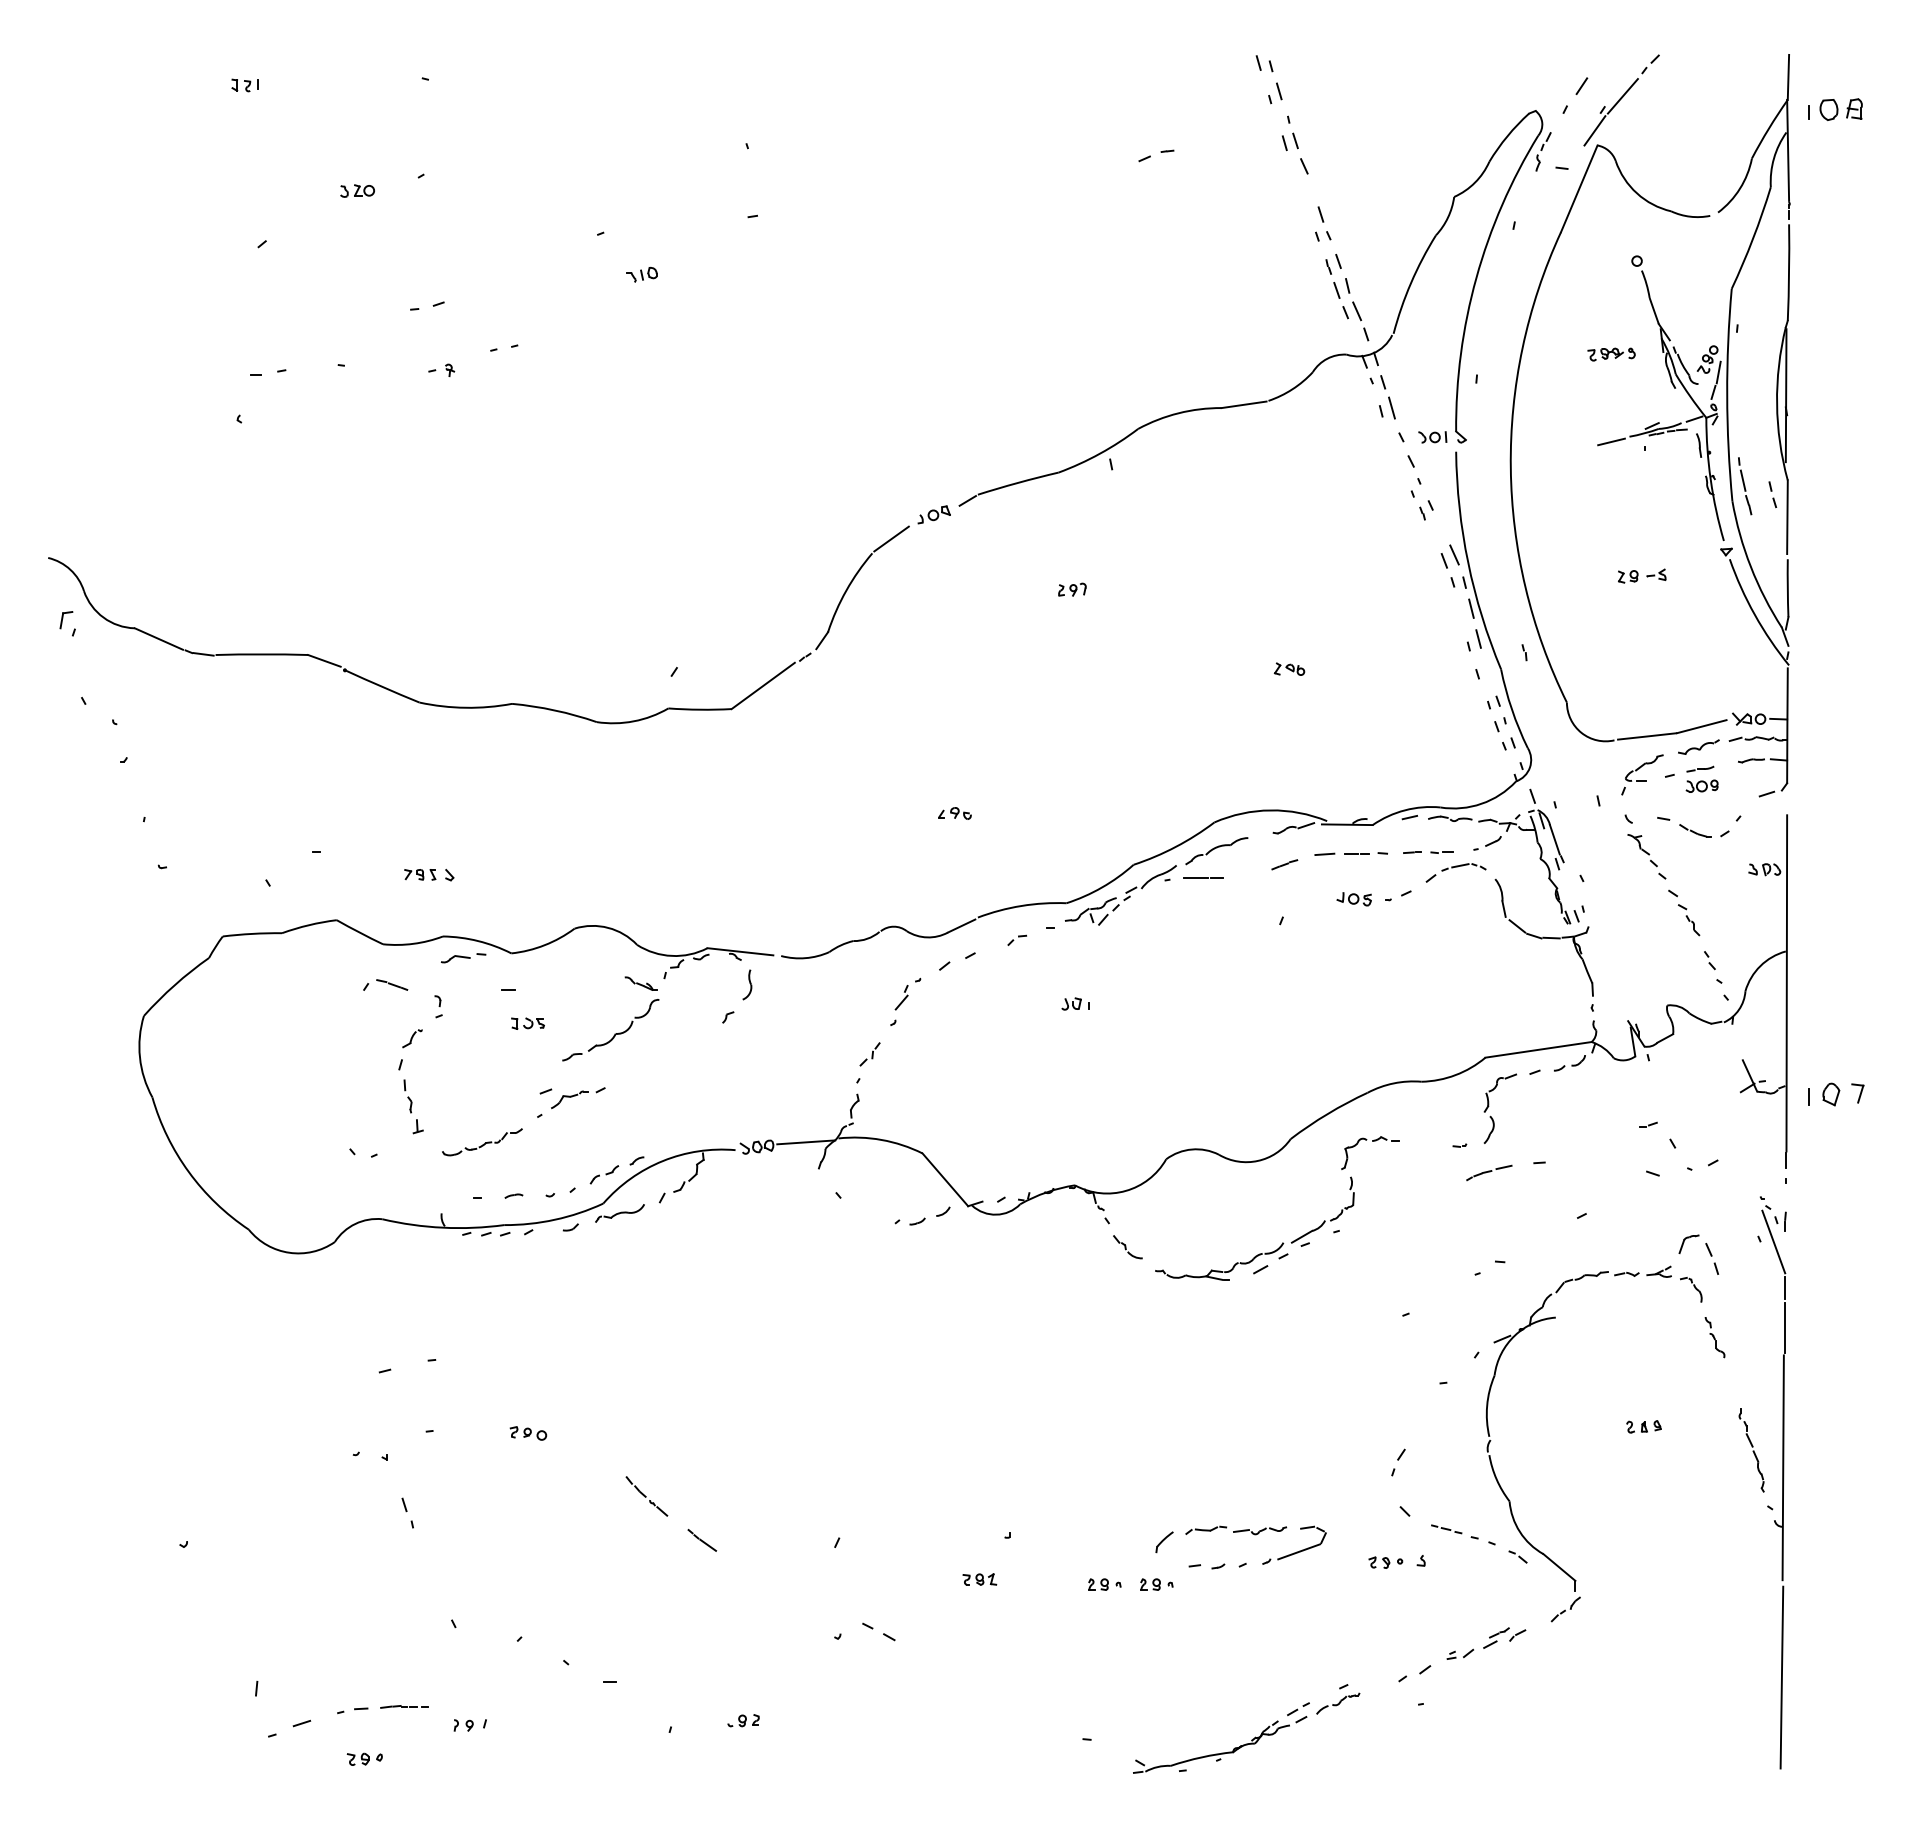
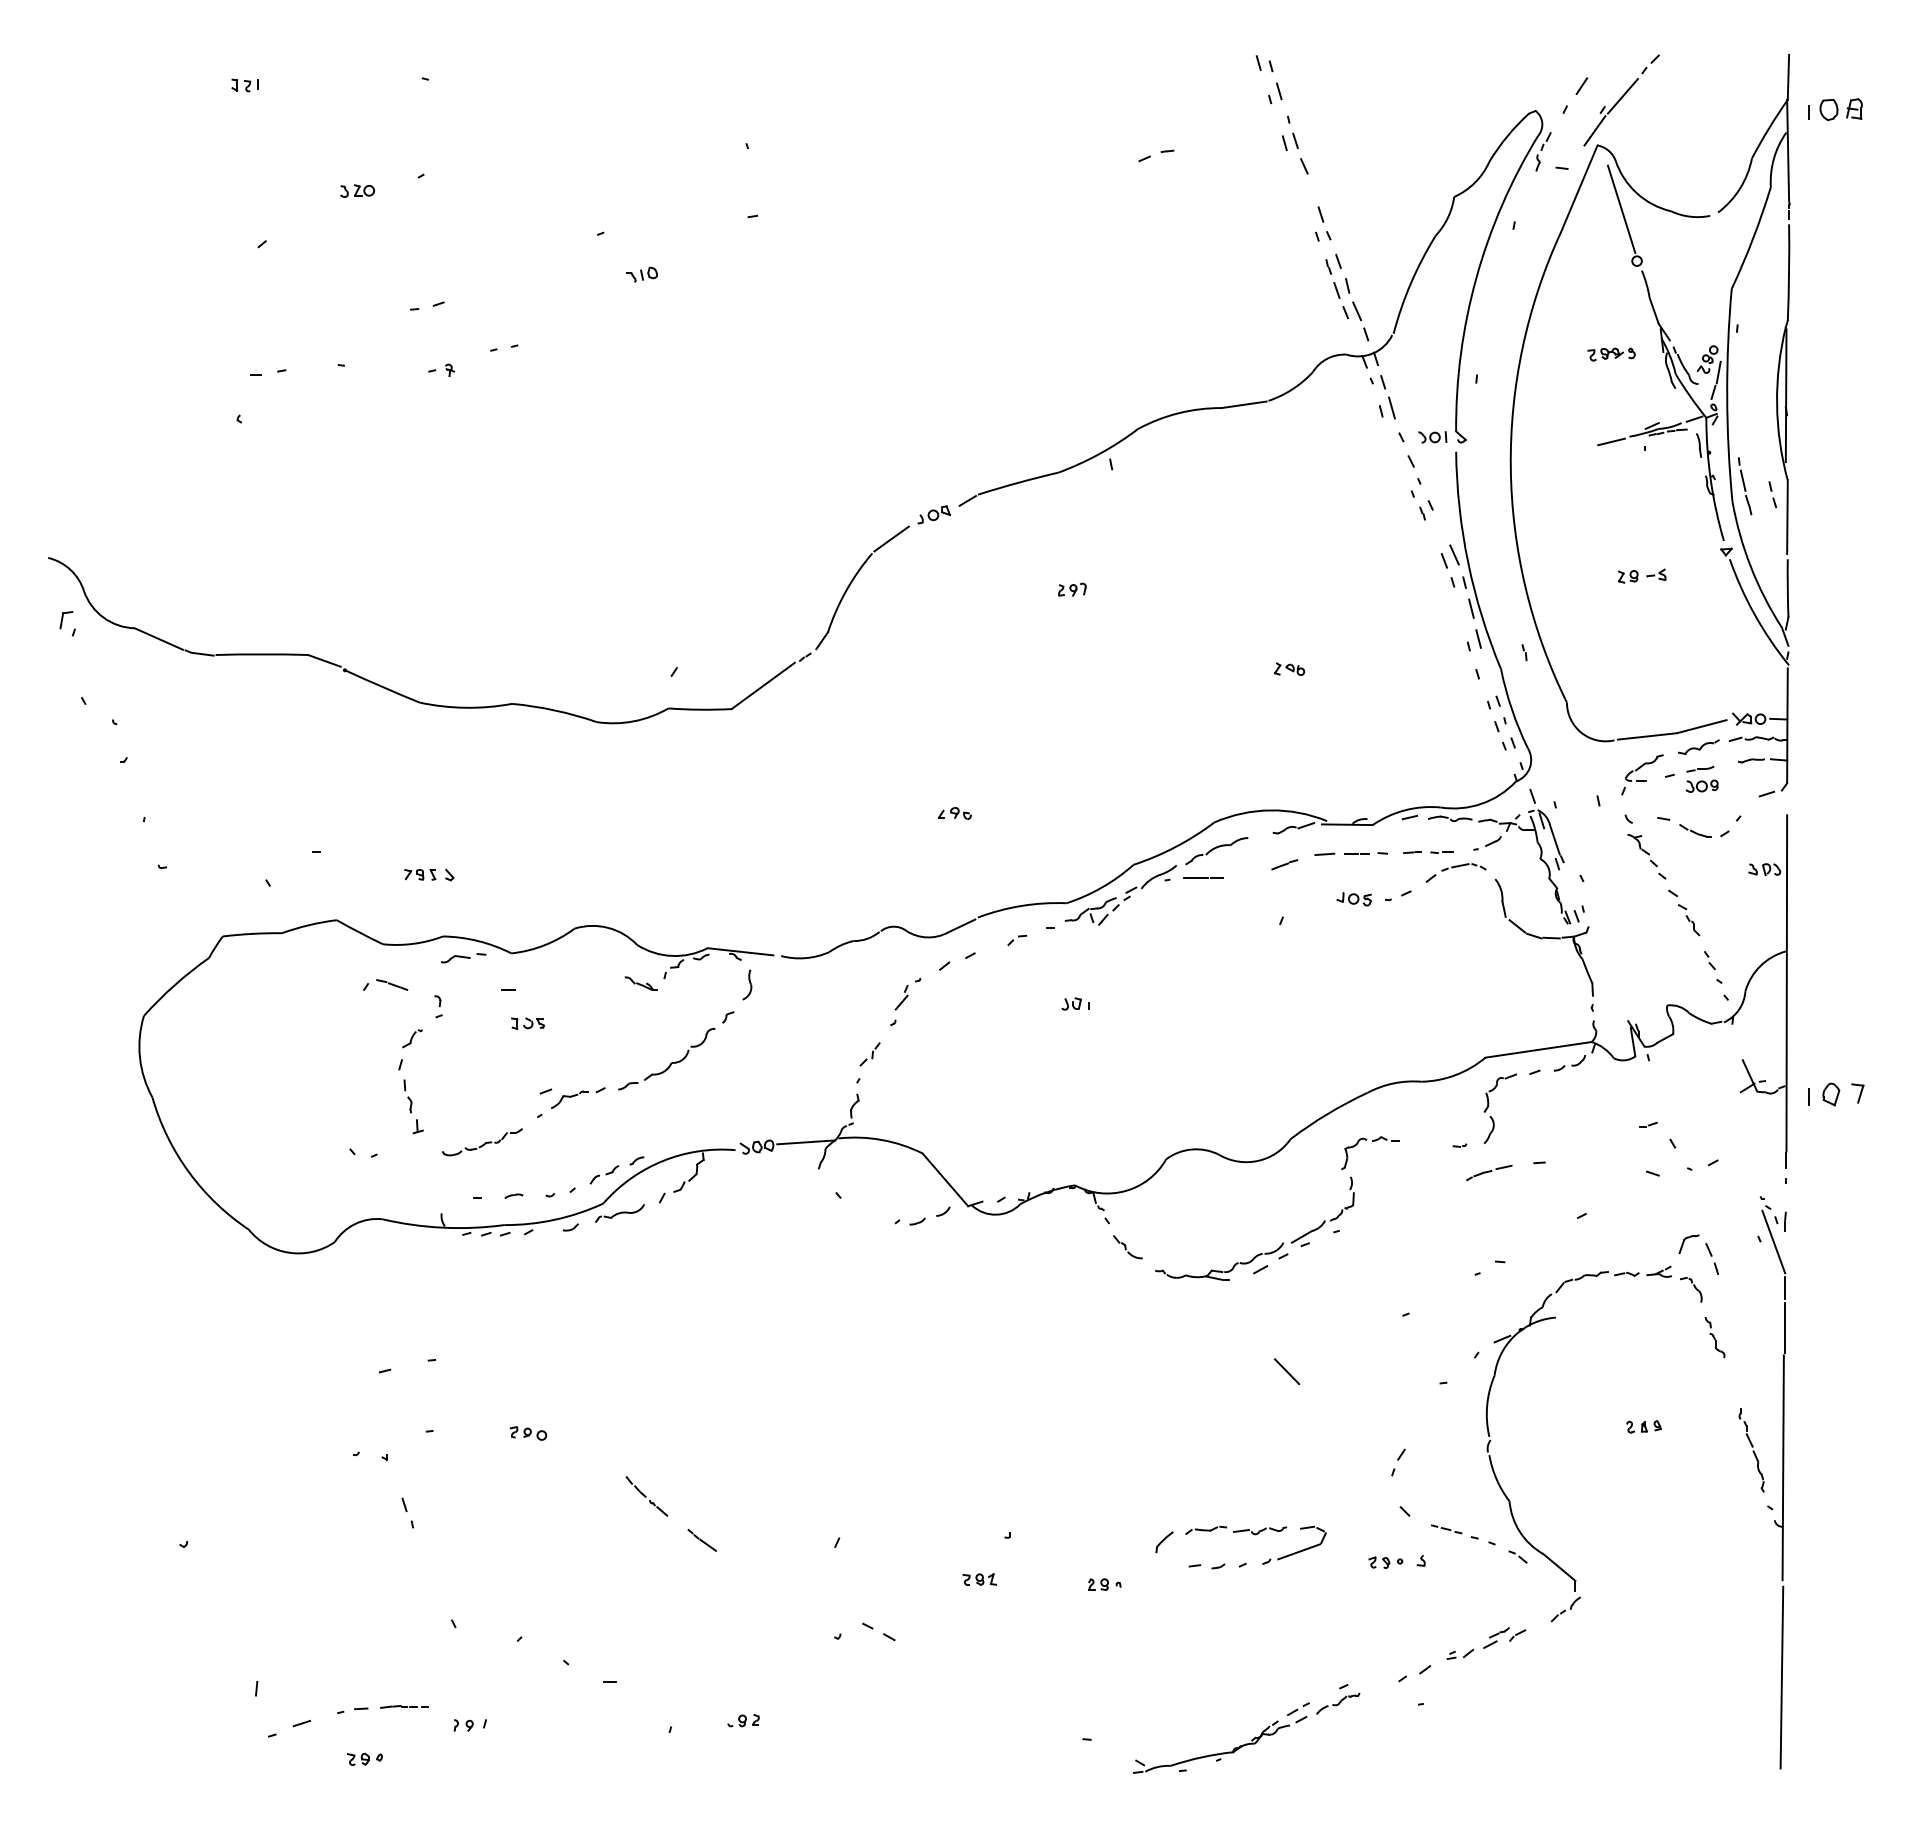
line at (1621, 209): none -> present
part at (610, 1030) position: (610, 1030) -> (666, 1059)
line at (1287, 1371): none -> present
part at (1156, 1584): present -> none
